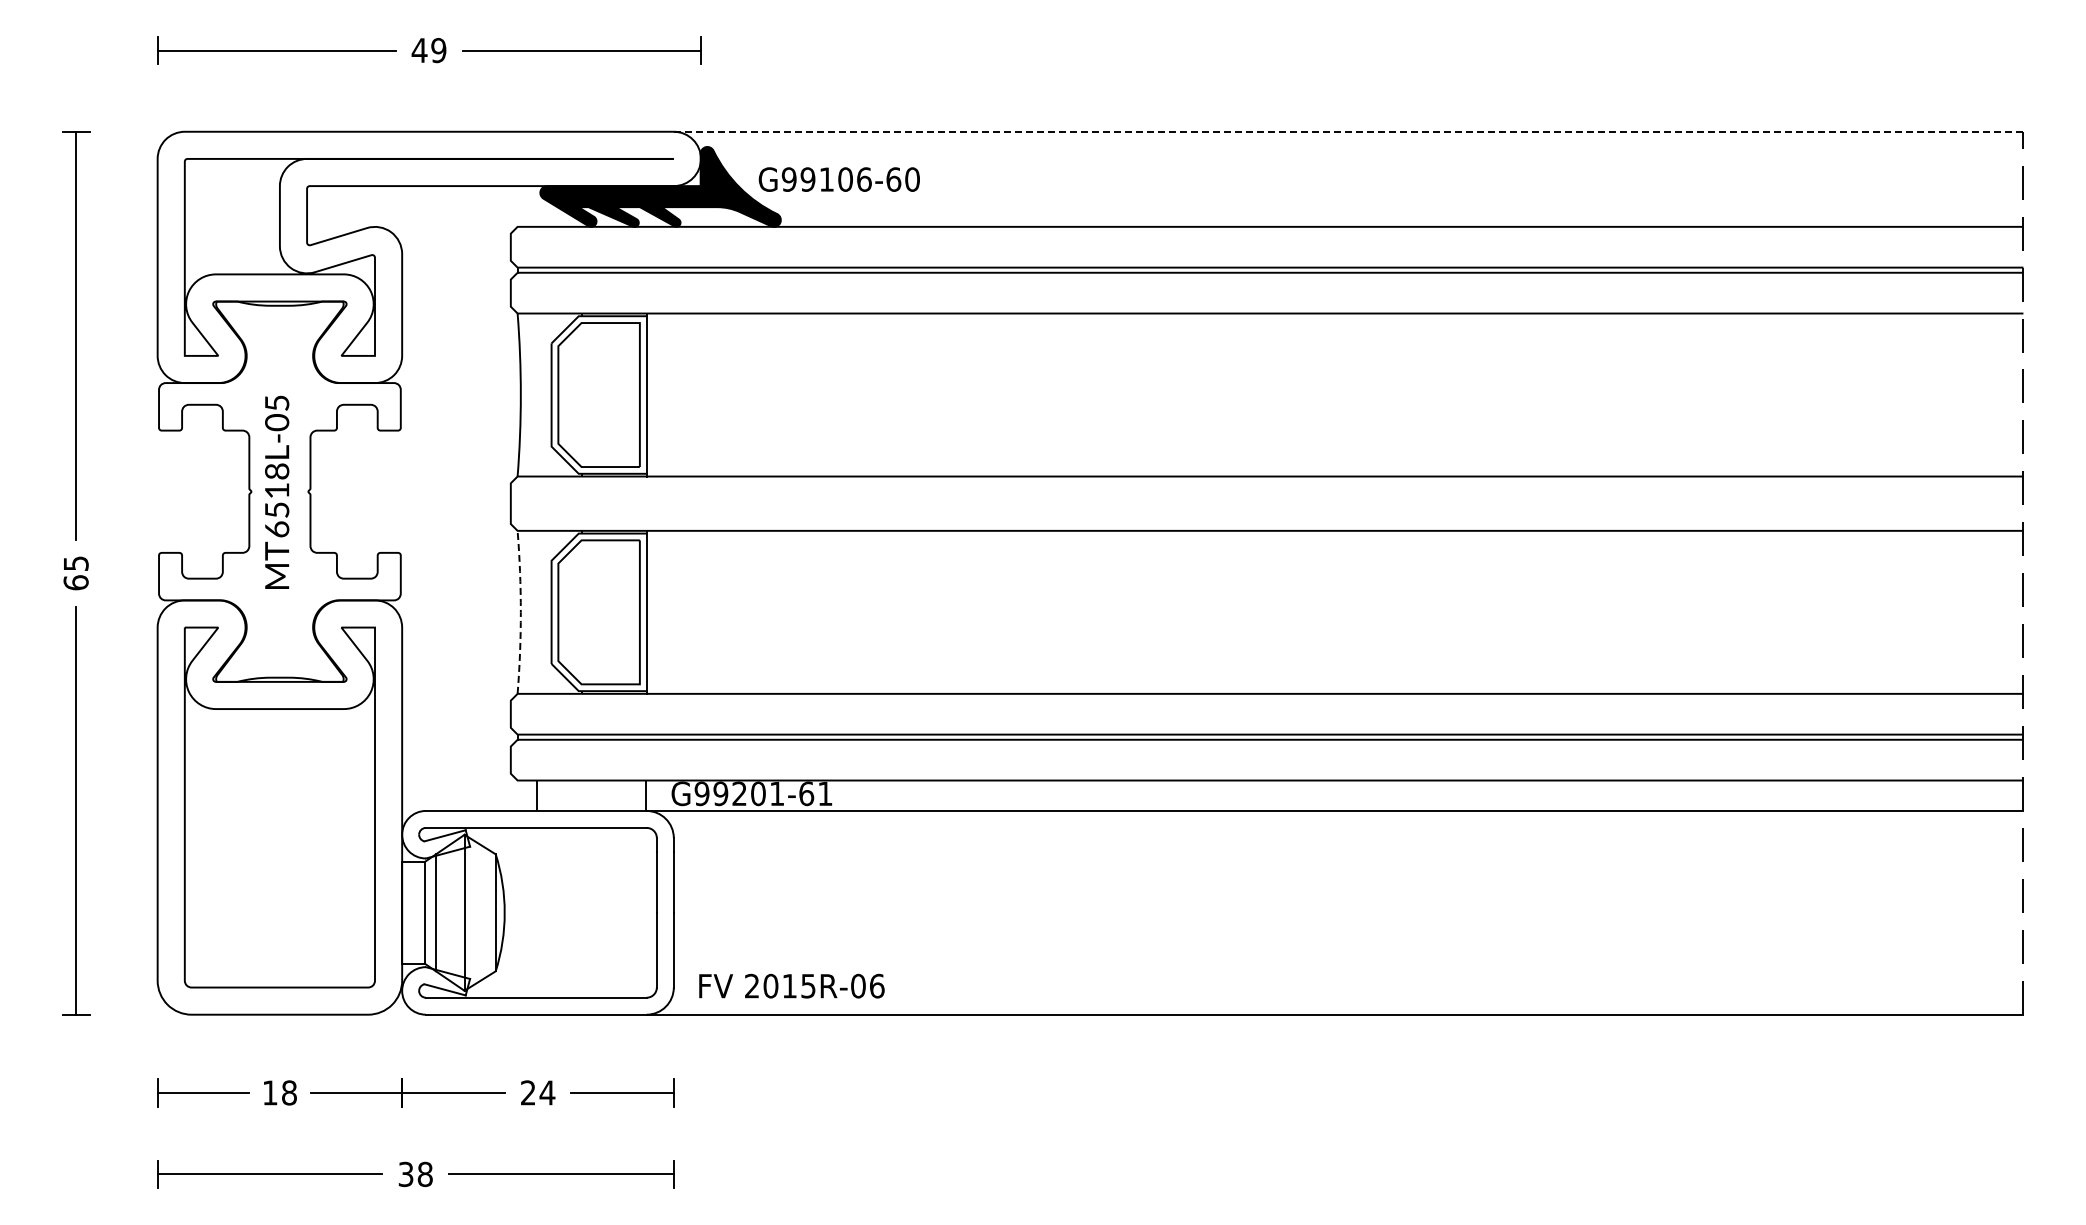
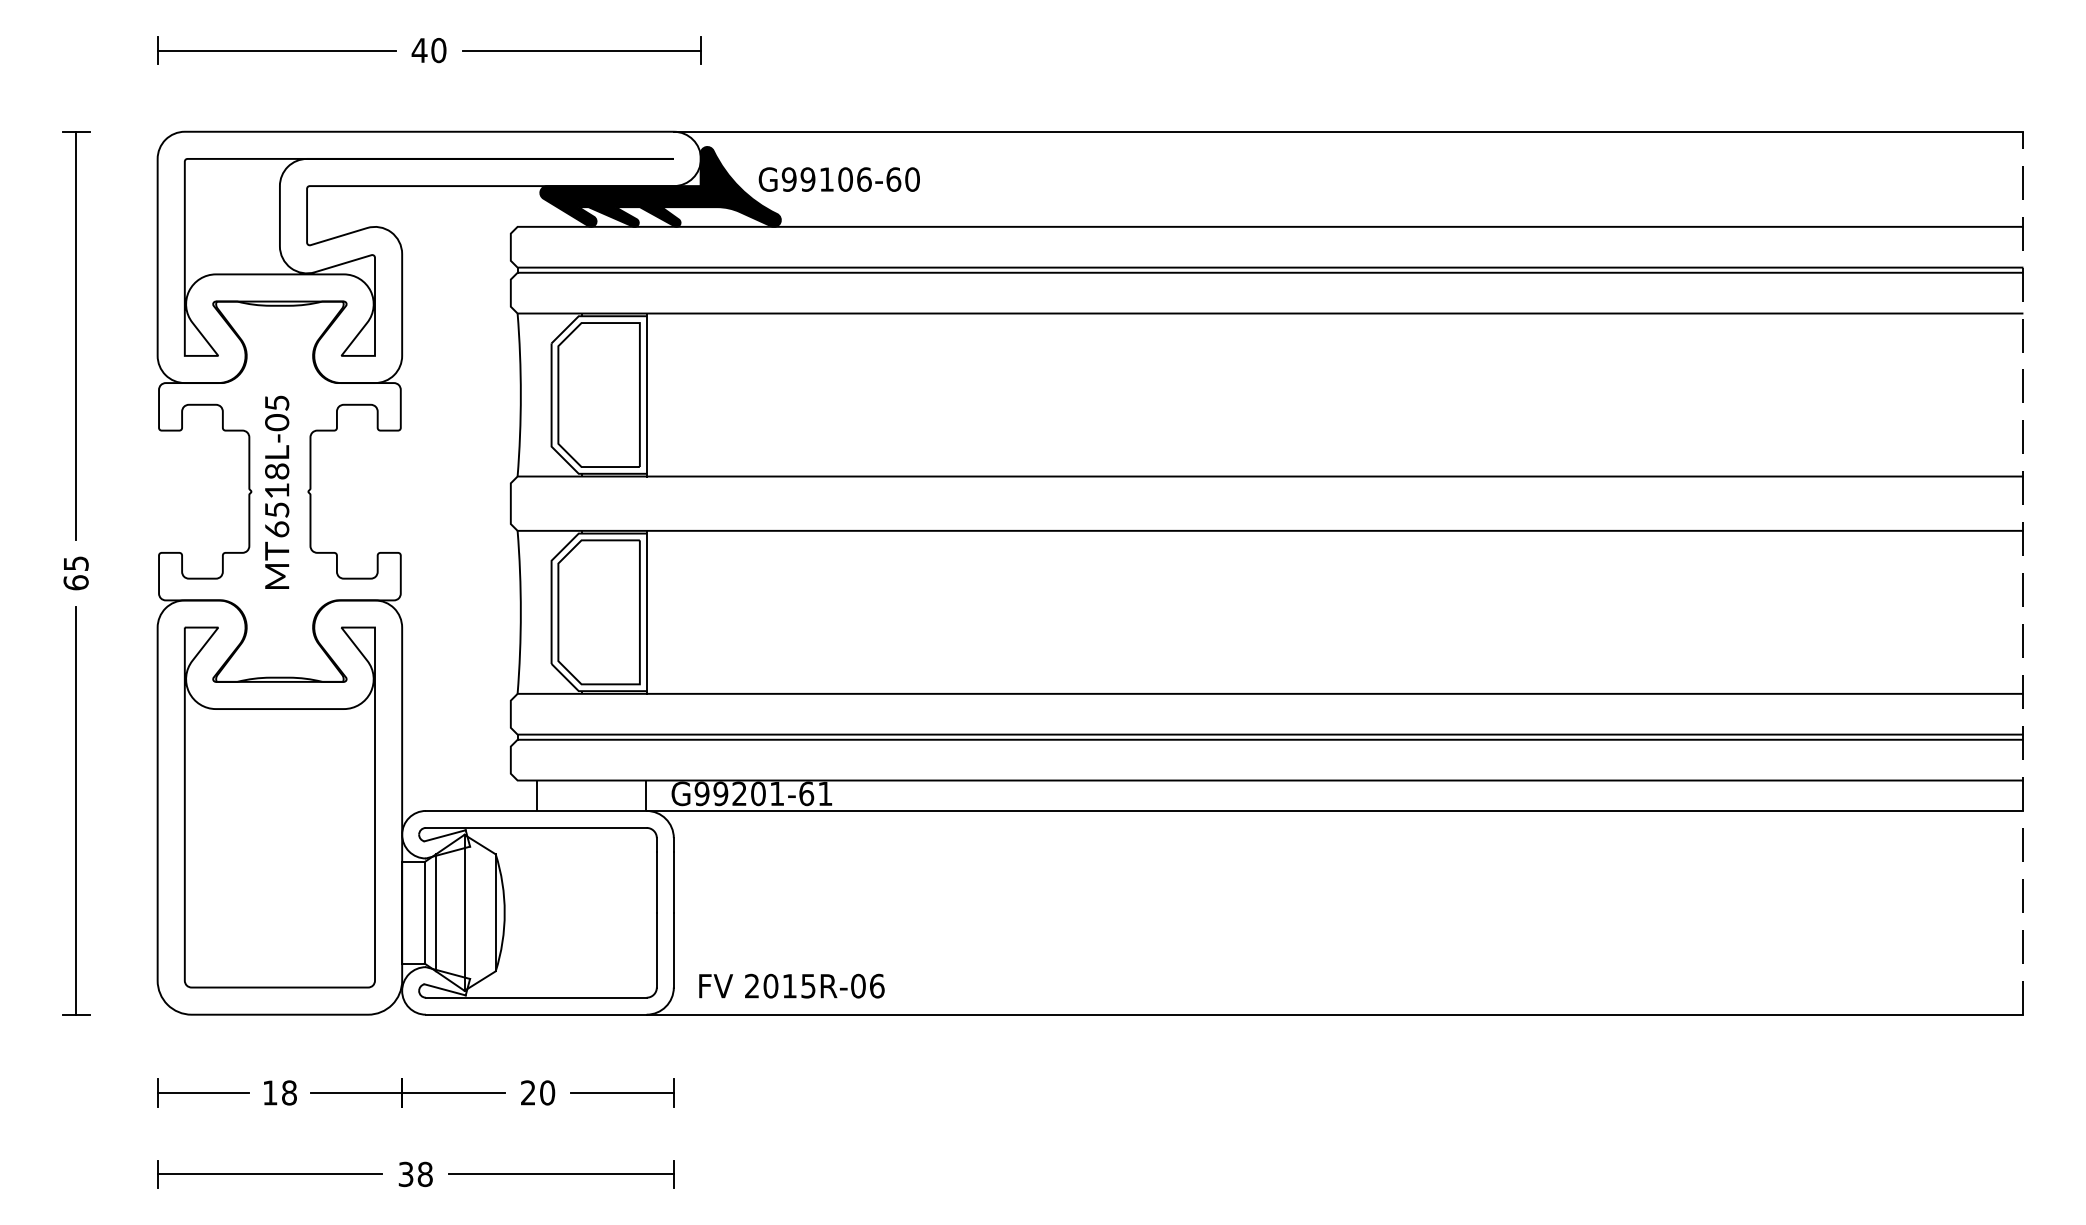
text at (438, 50): 49 -> 40
line at (1348, 131): dashed -> solid
arc at (520, 612): dashed -> solid
text at (547, 1092): 24 -> 20
